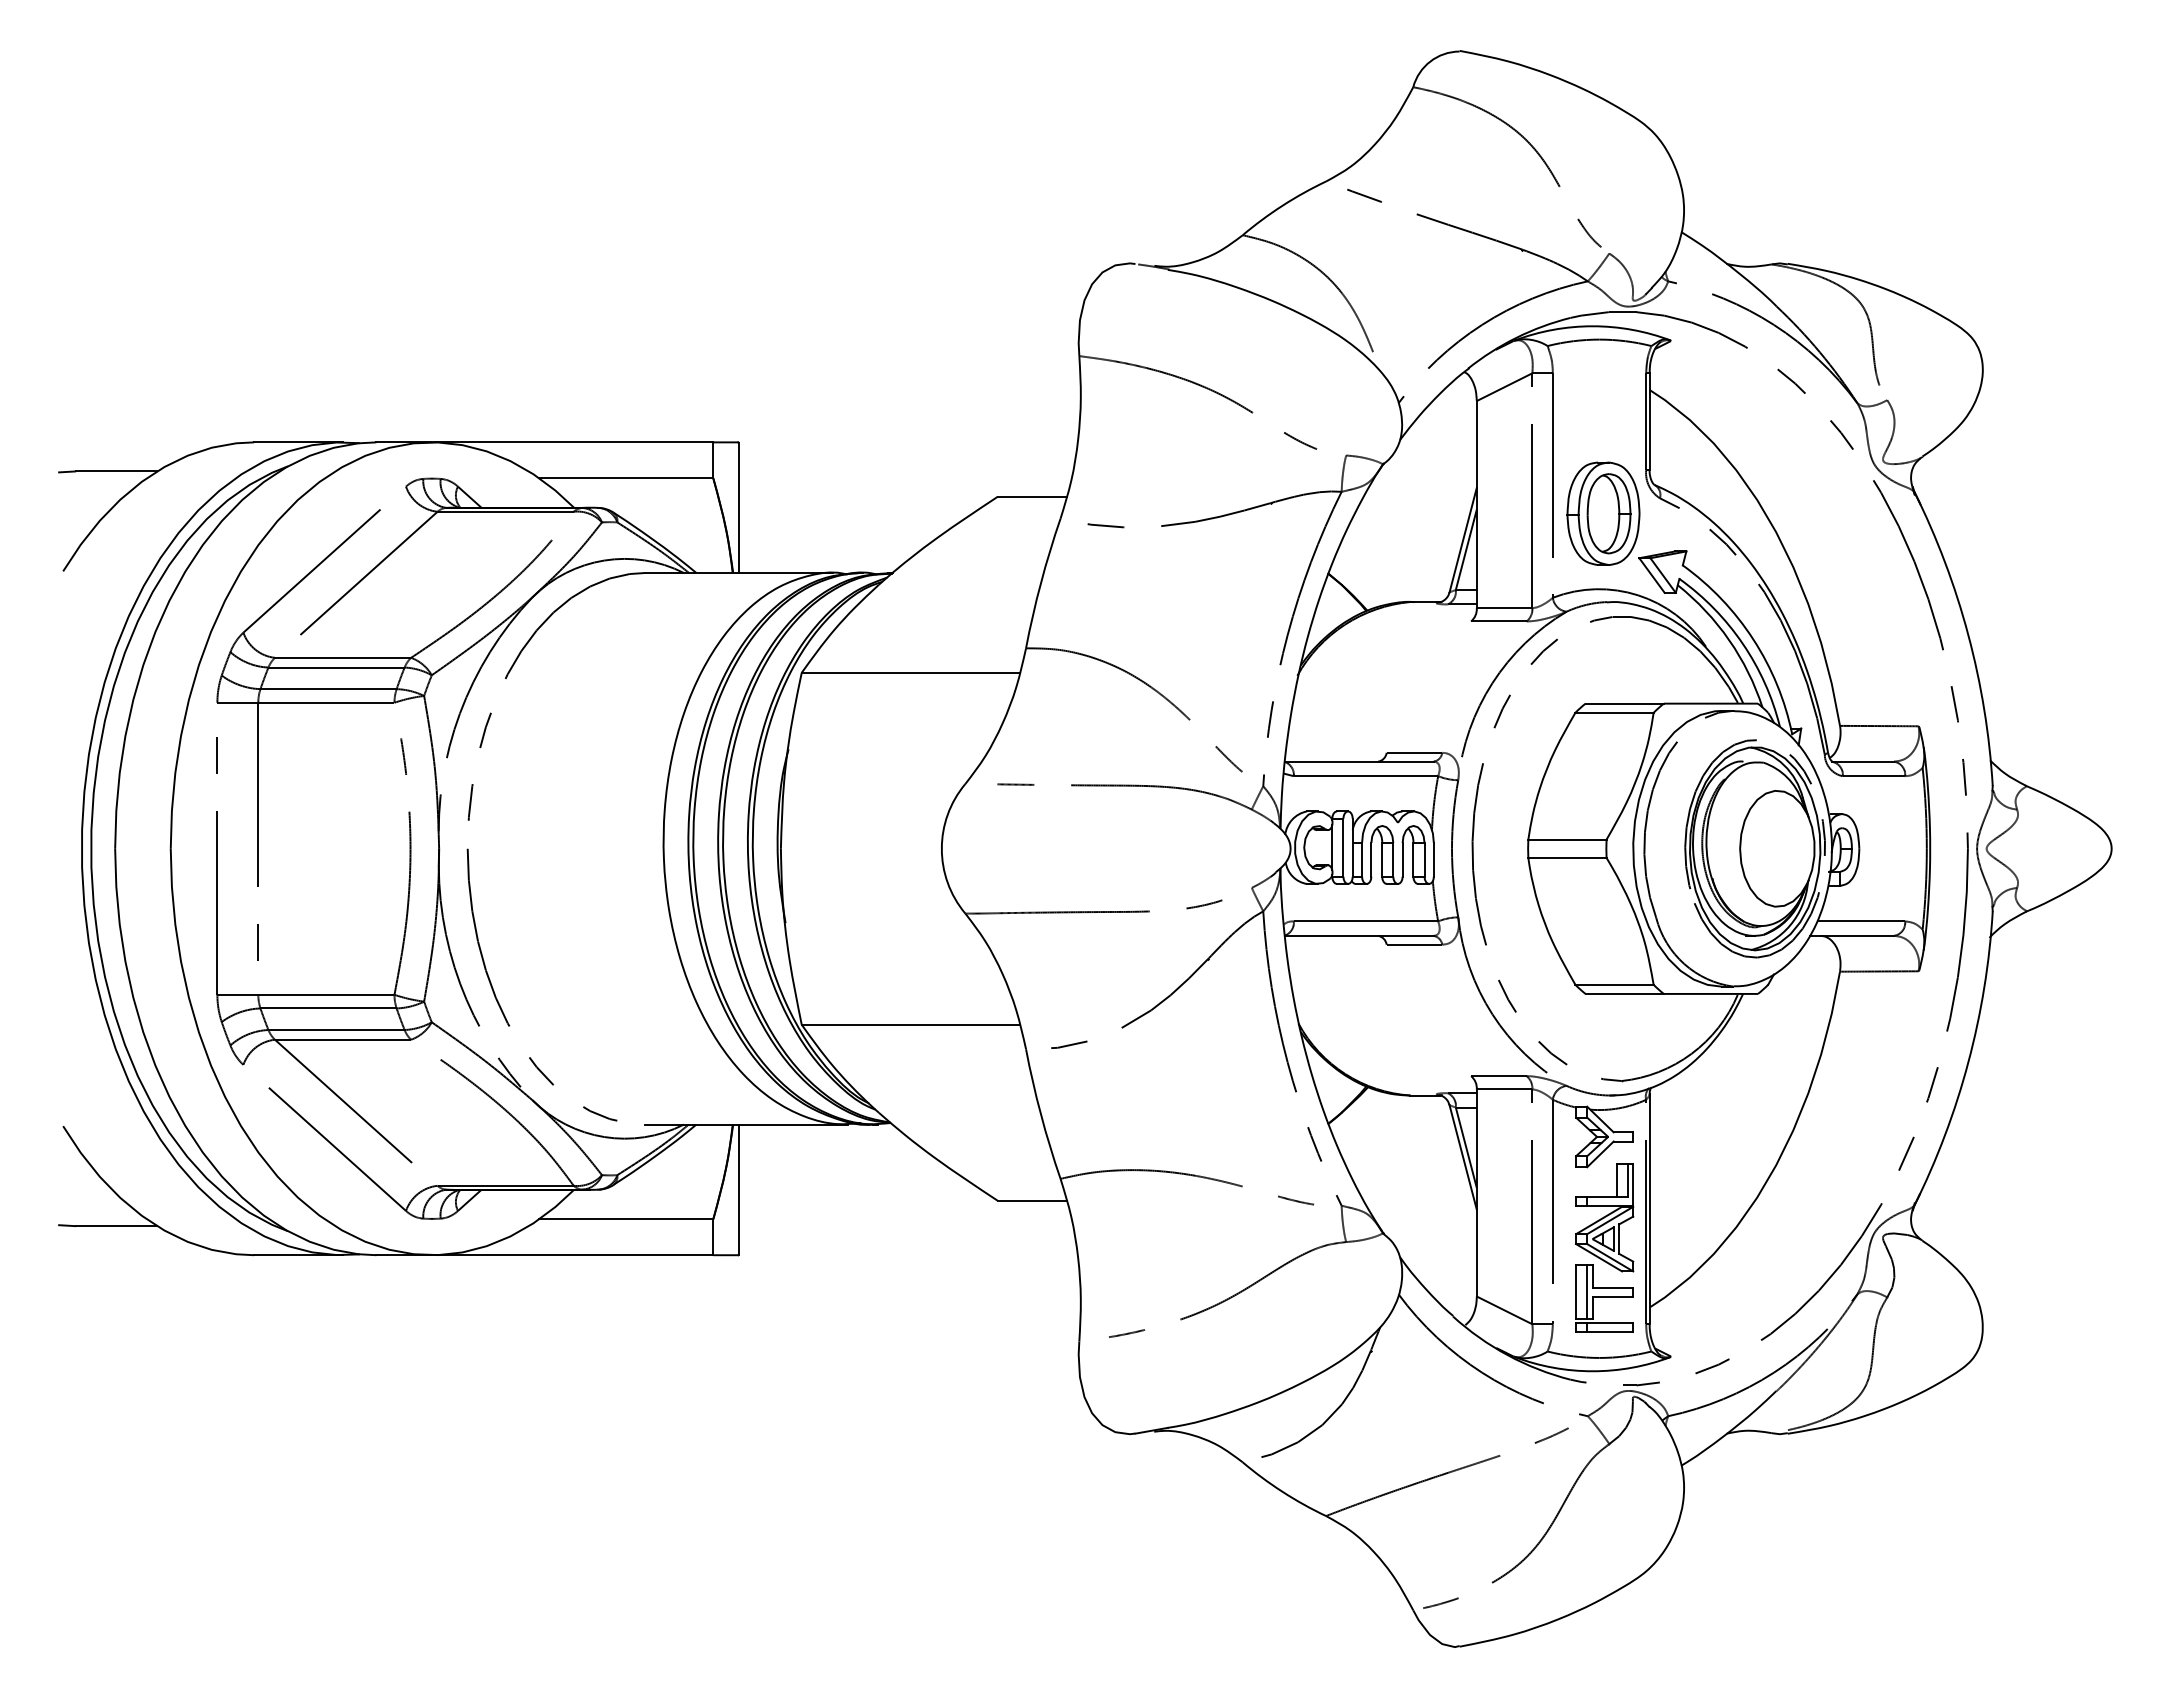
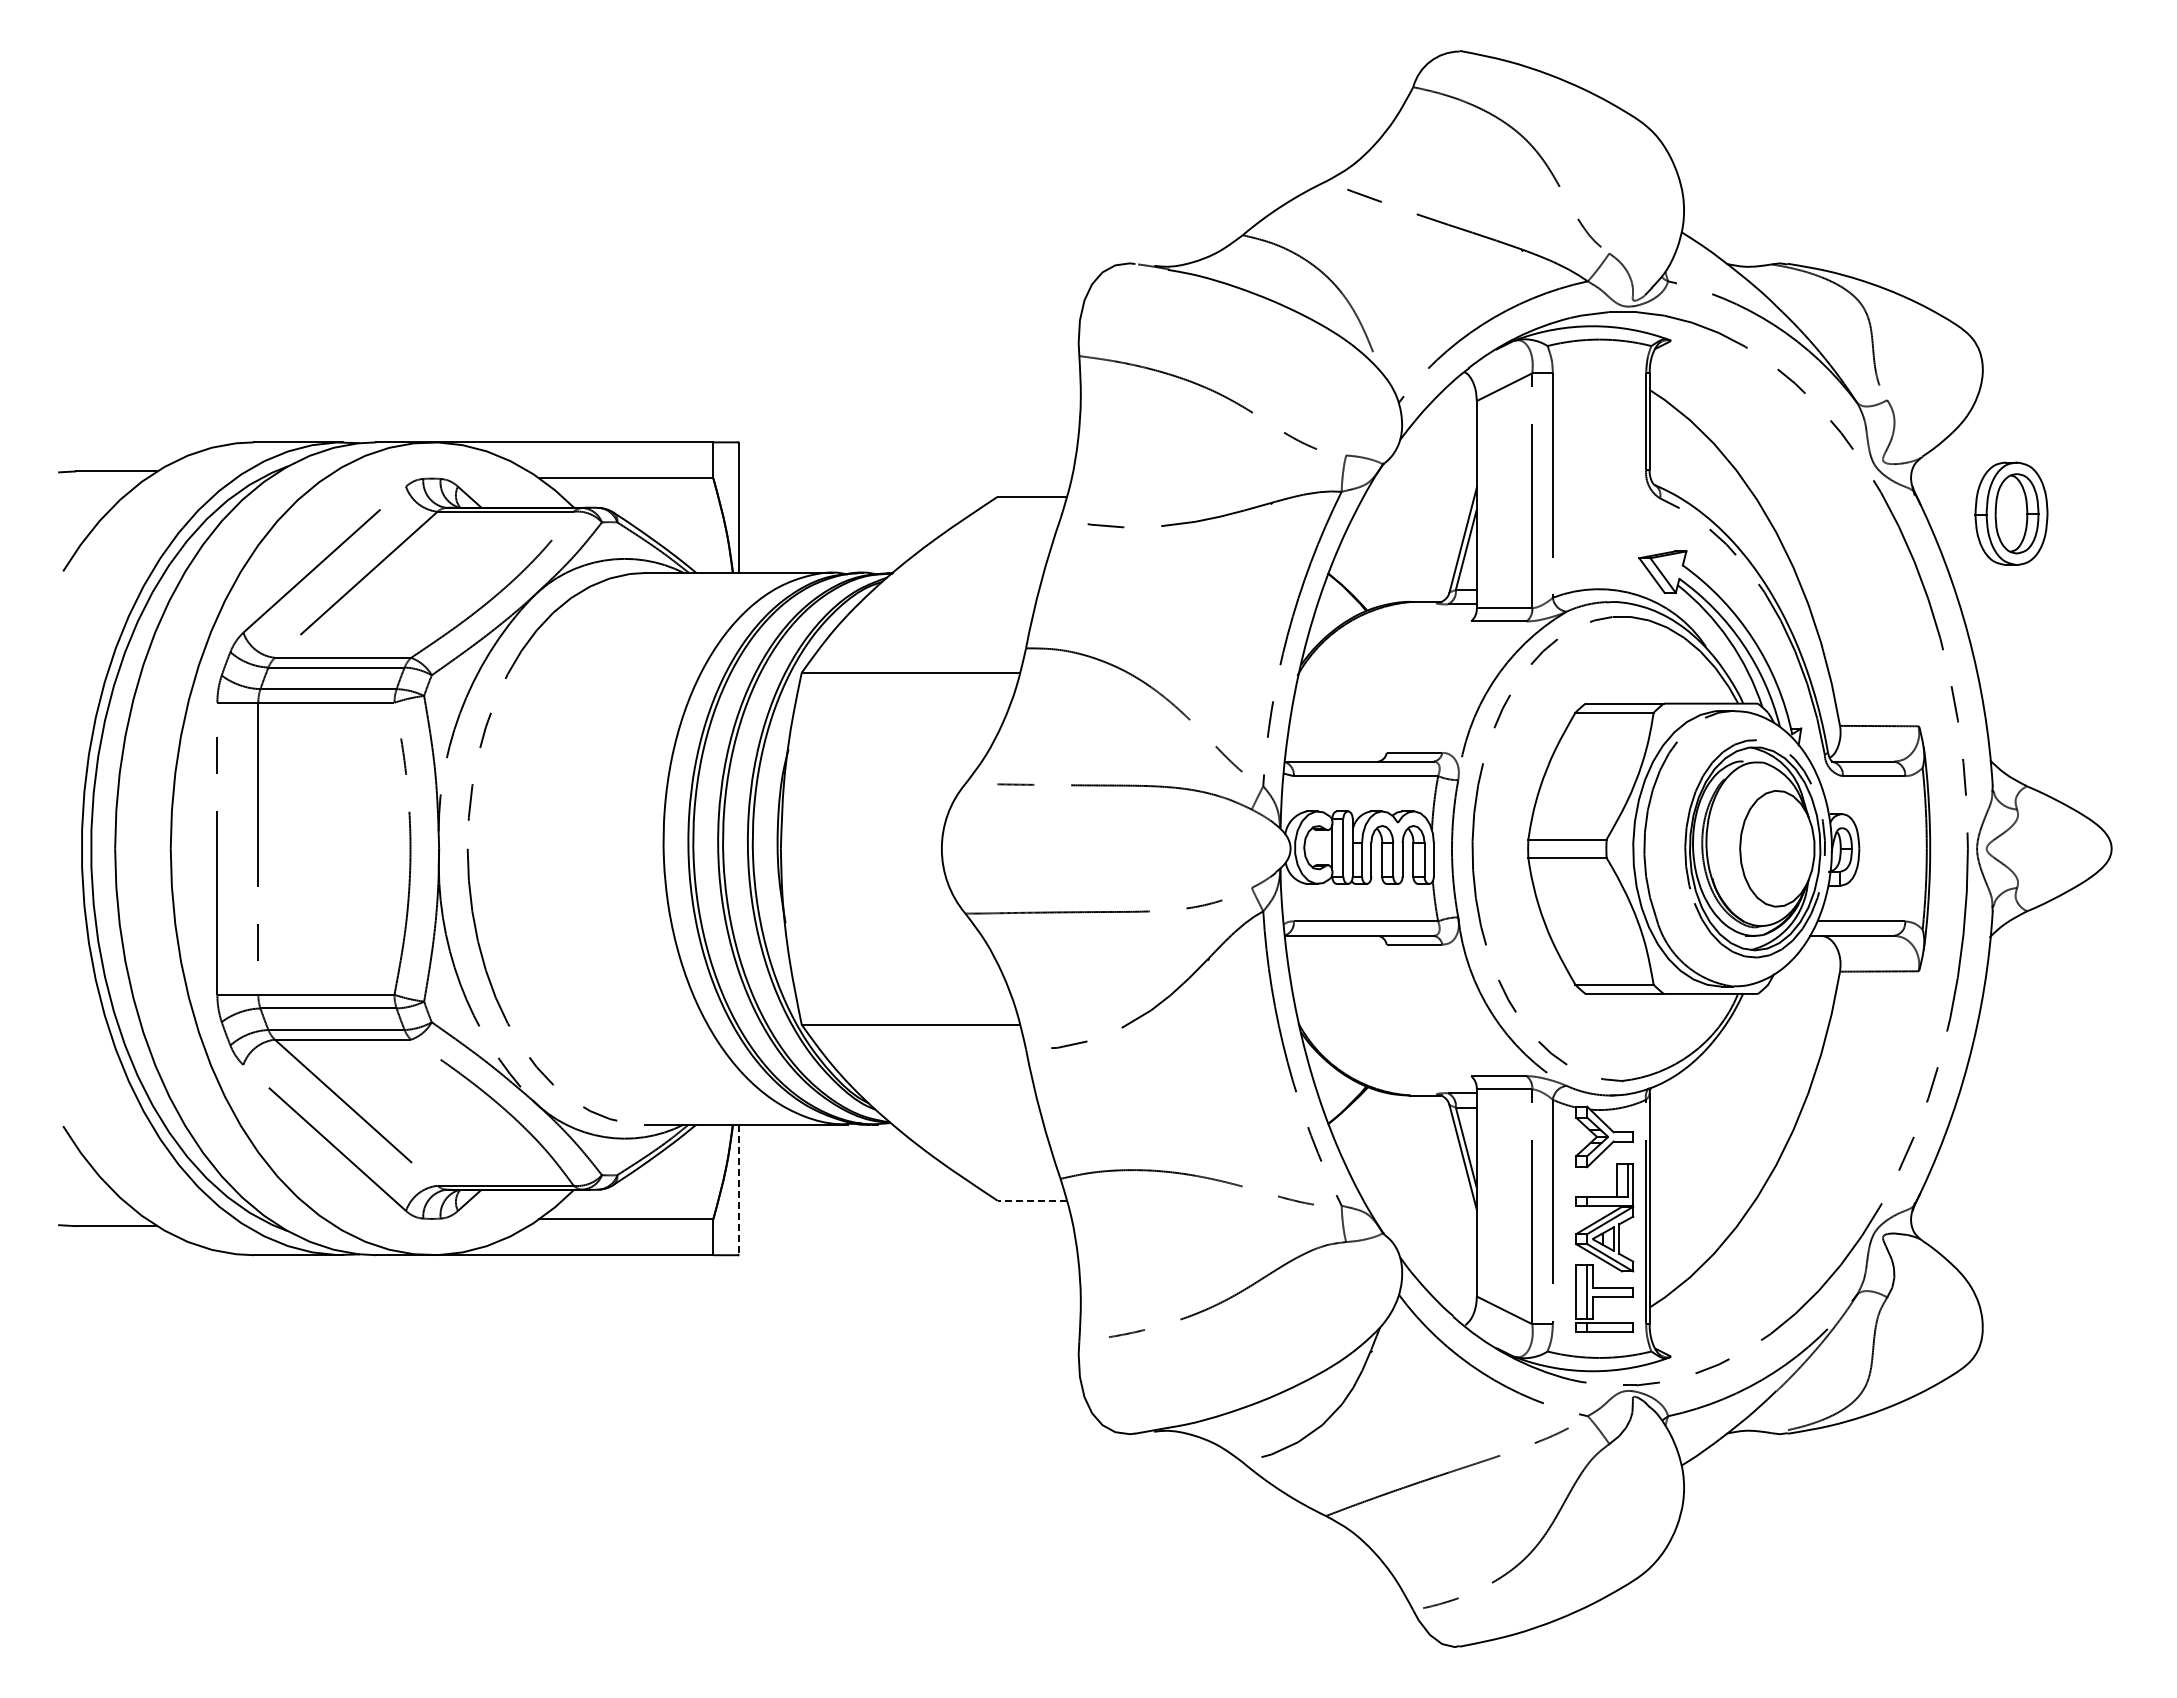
part at (1603, 513) position: (1603, 513) -> (2011, 513)
line at (738, 1190): solid -> dashed
line at (1032, 1200): solid -> dashed
